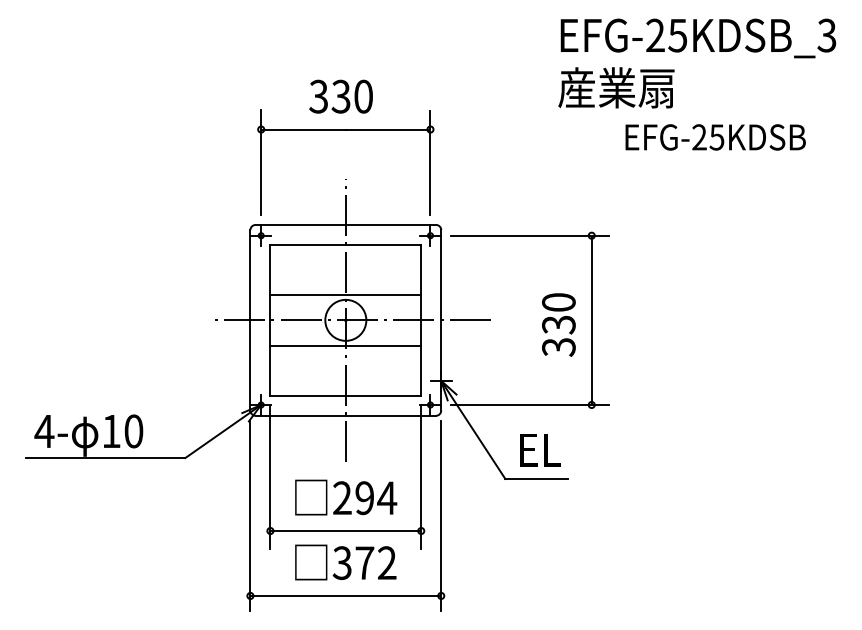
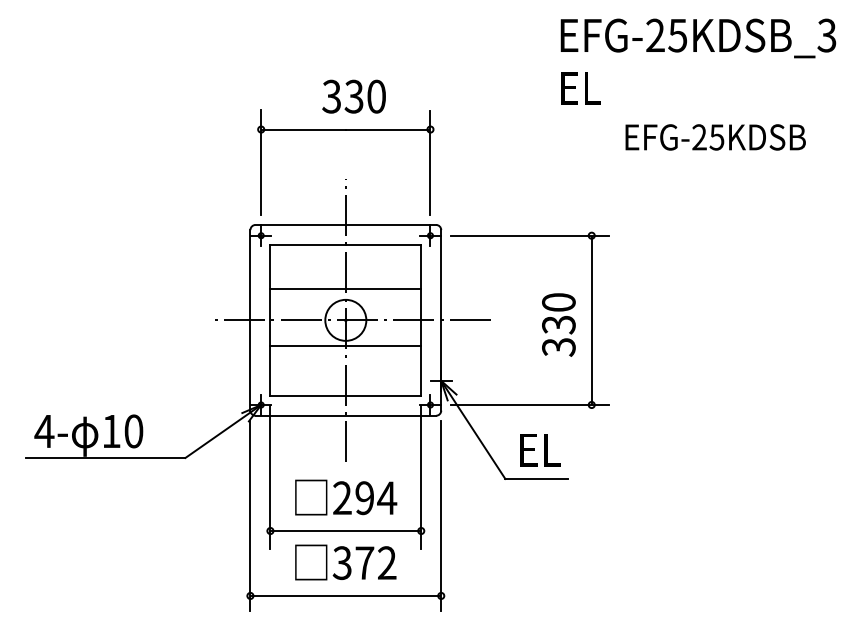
text at (616, 87): 産業扇 -> EL
text at (340, 96) position: (340, 96) -> (353, 96)
line at (345, 295) position: (345, 295) -> (345, 289)
